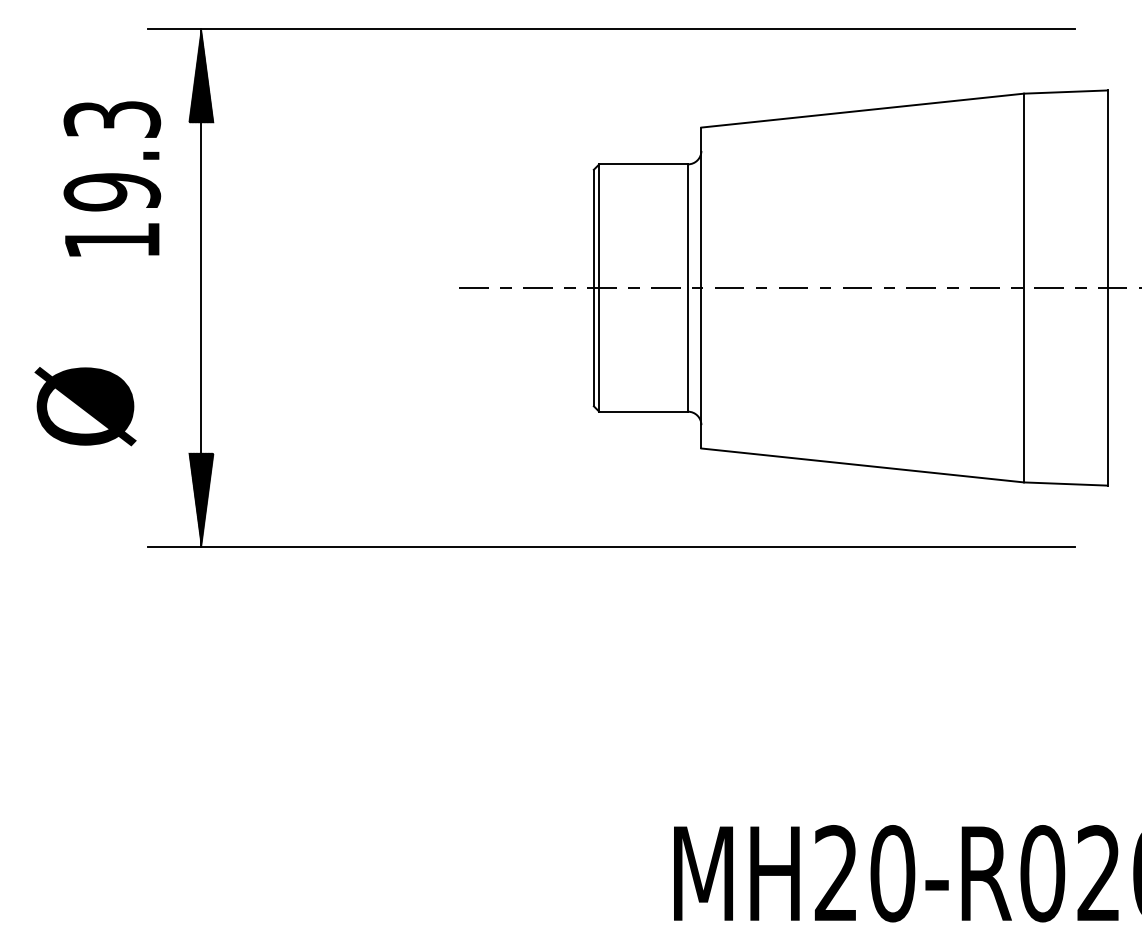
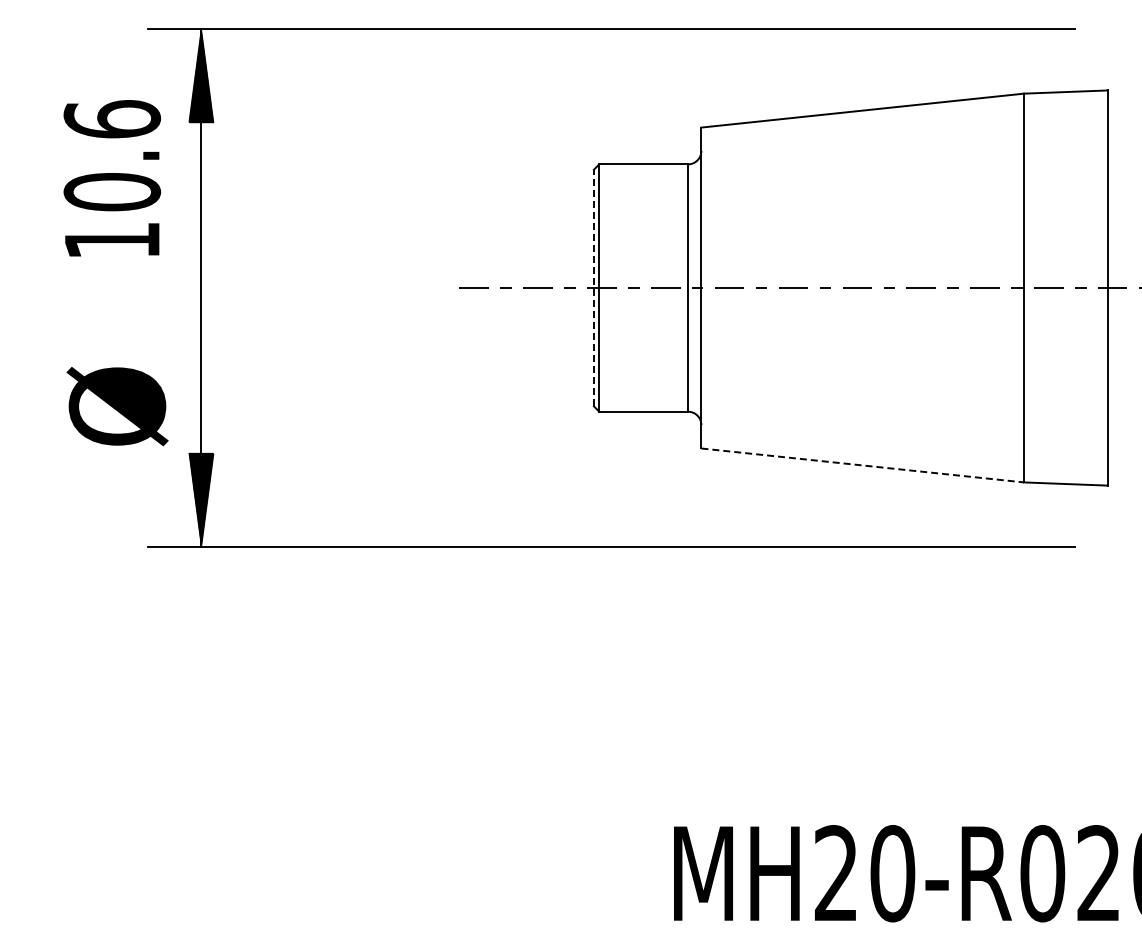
text at (112, 155): 19.3 -> 10.6
line at (593, 287): solid -> dashed
text at (85, 406) position: (85, 406) -> (117, 406)
line at (863, 465): solid -> dashed
